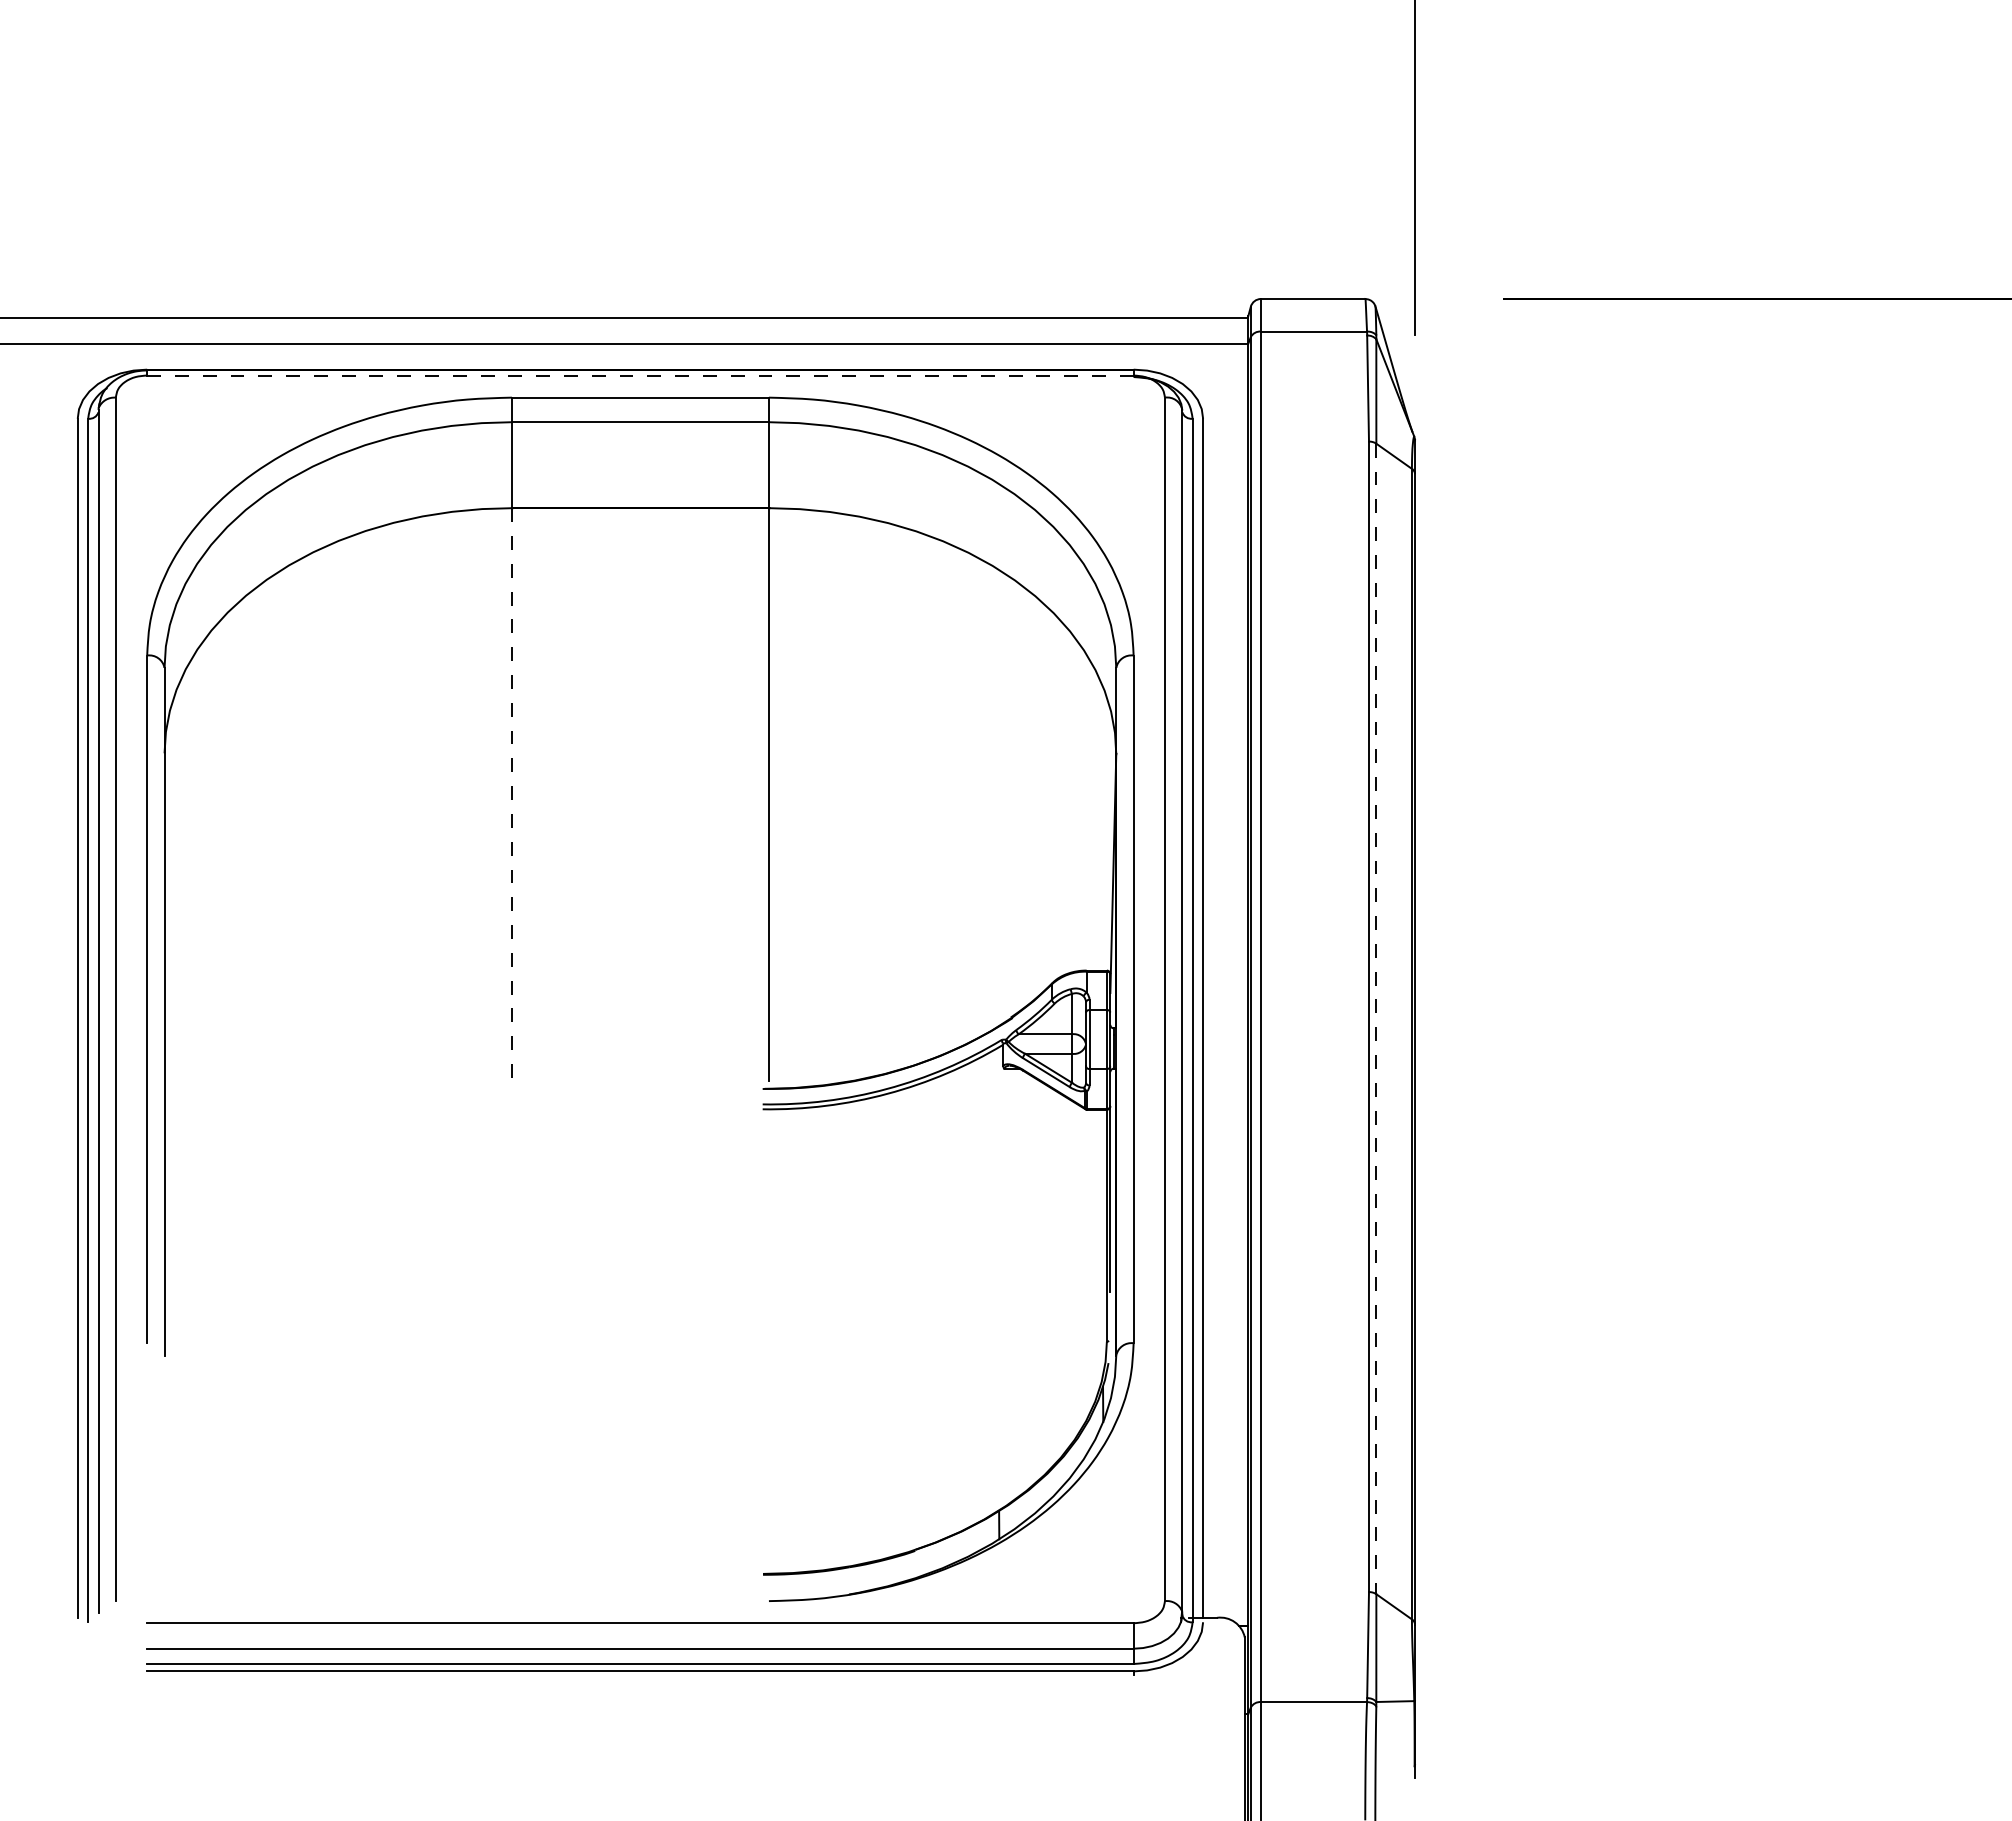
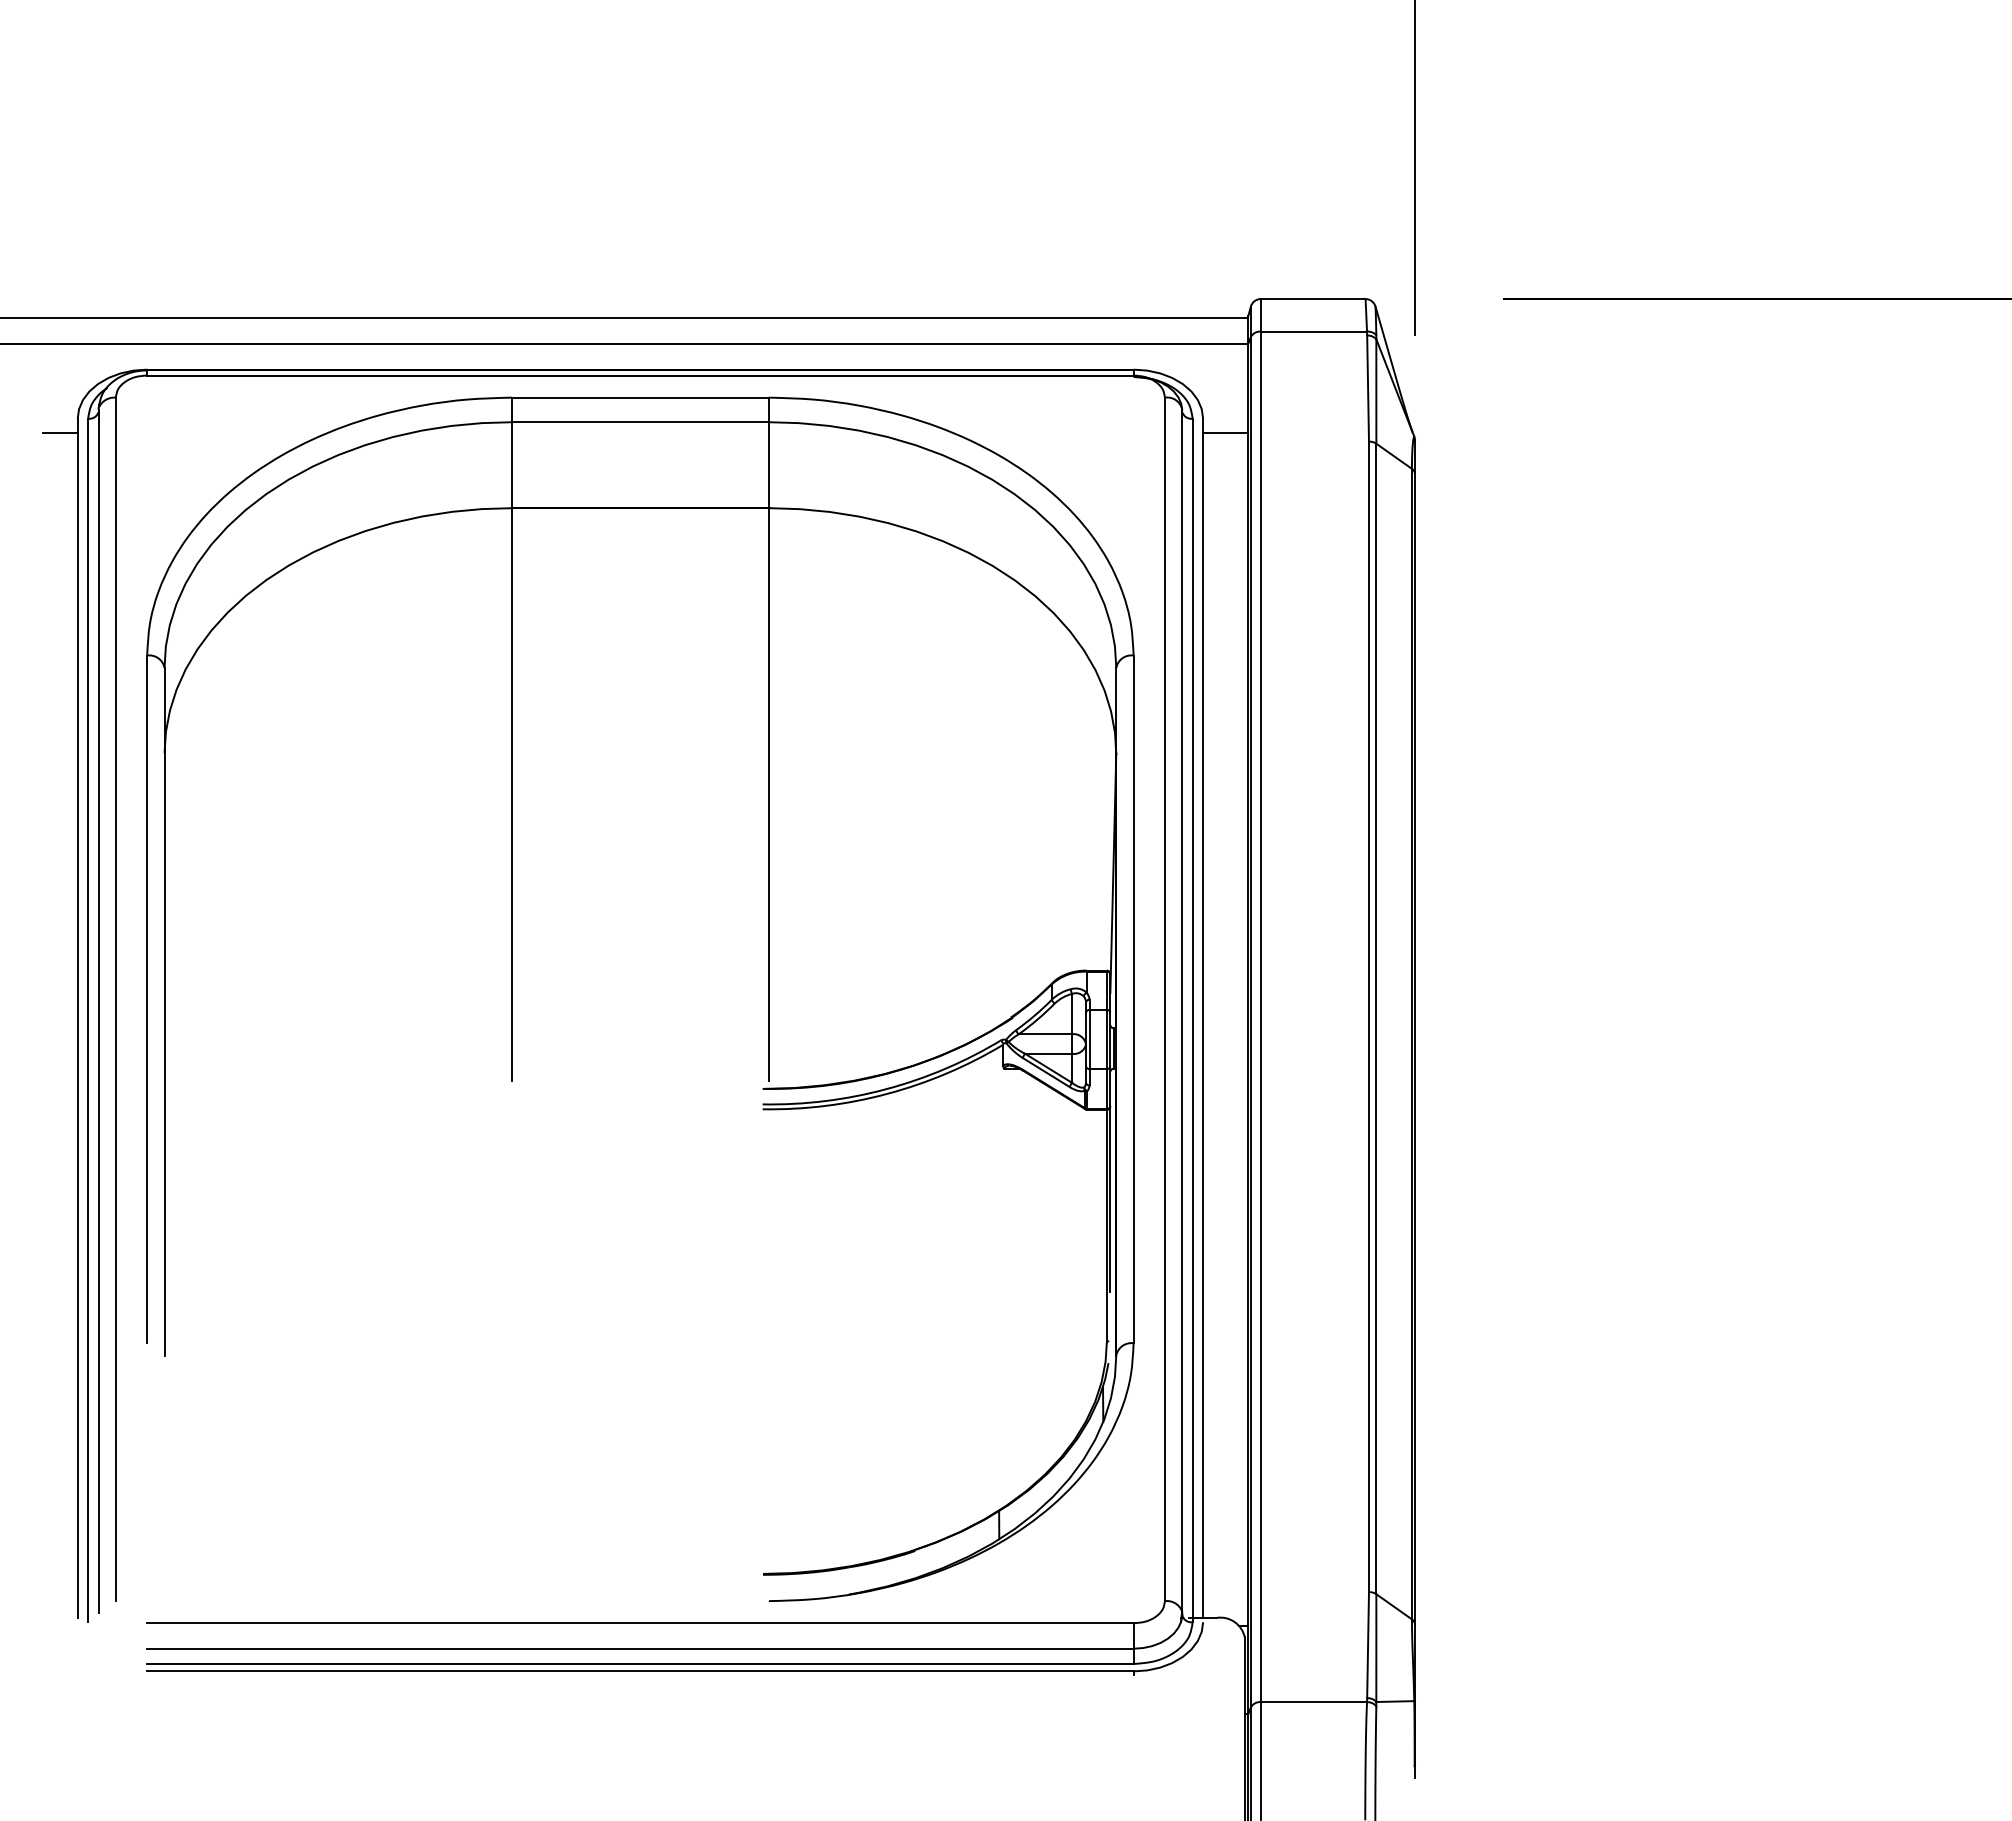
line at (639, 375): dashed -> solid
line at (59, 432): none -> present
line at (1225, 432): none -> present
line at (511, 795): dashed -> solid
line at (1376, 1019): dashed -> solid
